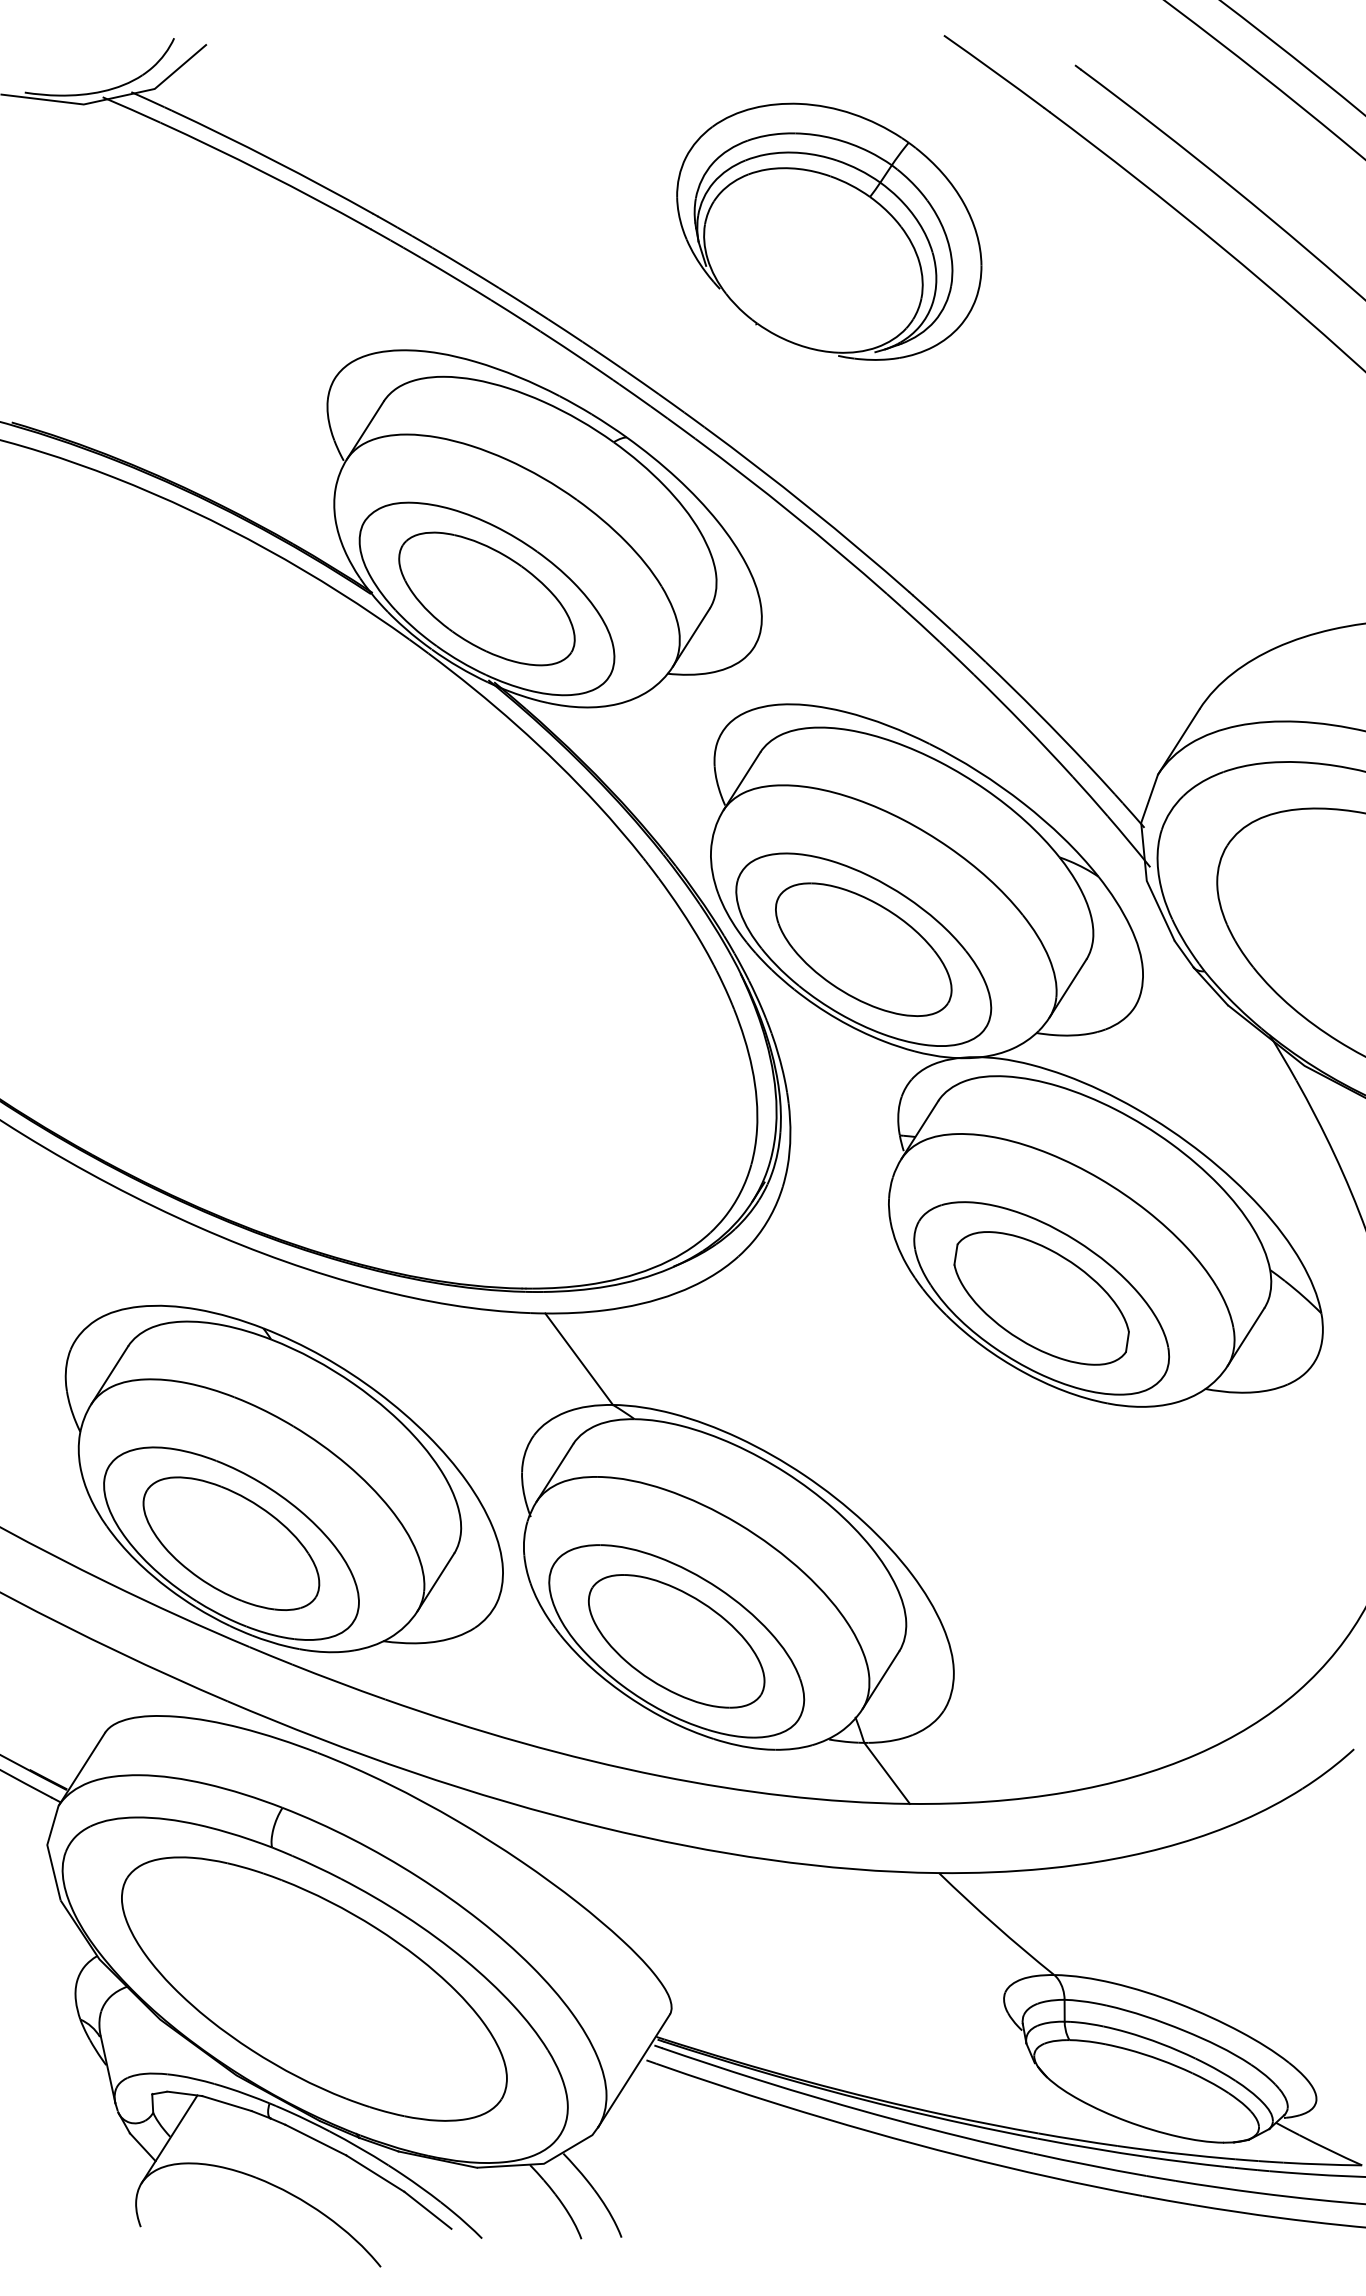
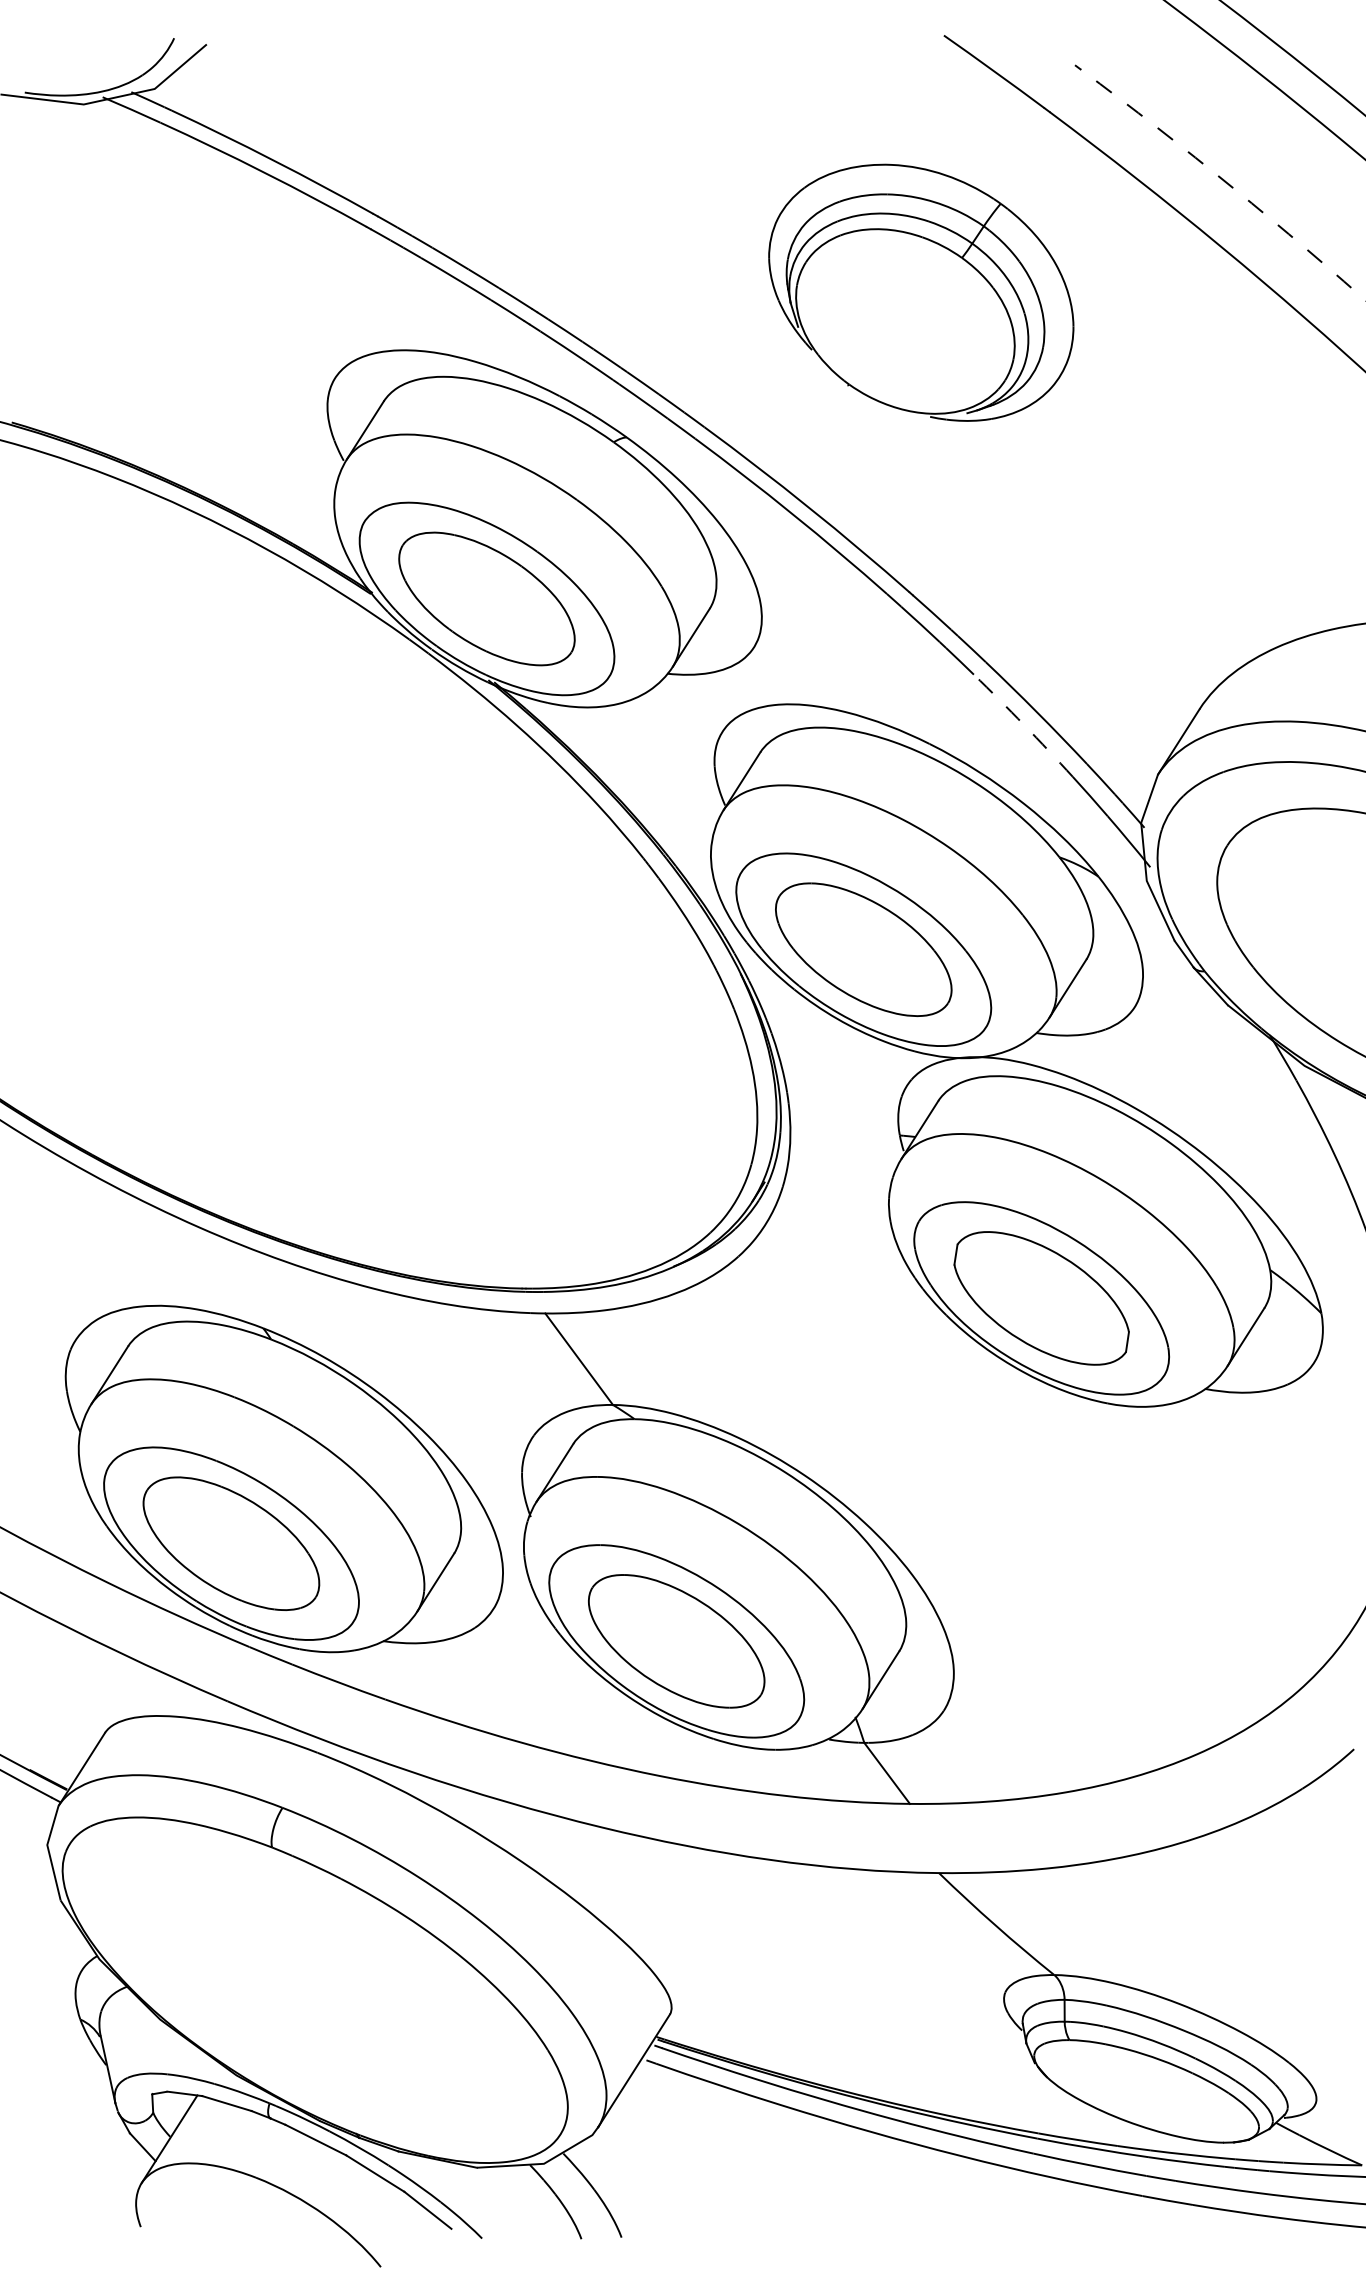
arc at (1226, 182): solid -> dashed
part at (829, 231) position: (829, 231) -> (921, 292)
arc at (1024, 724): solid -> dashed
part at (314, 1988): present -> none
